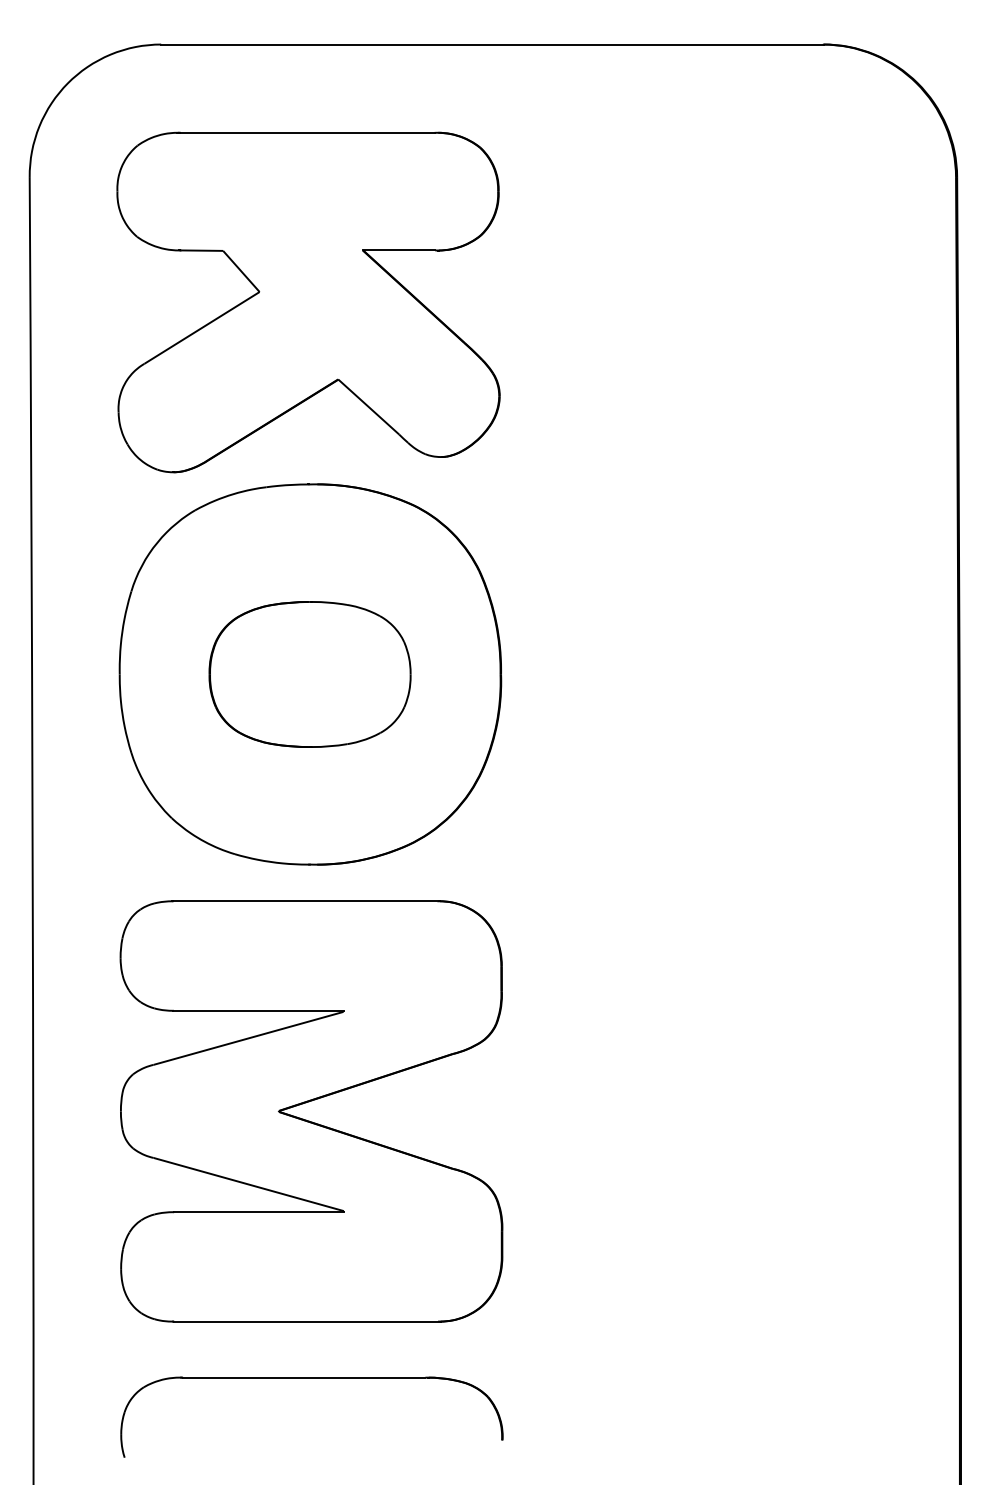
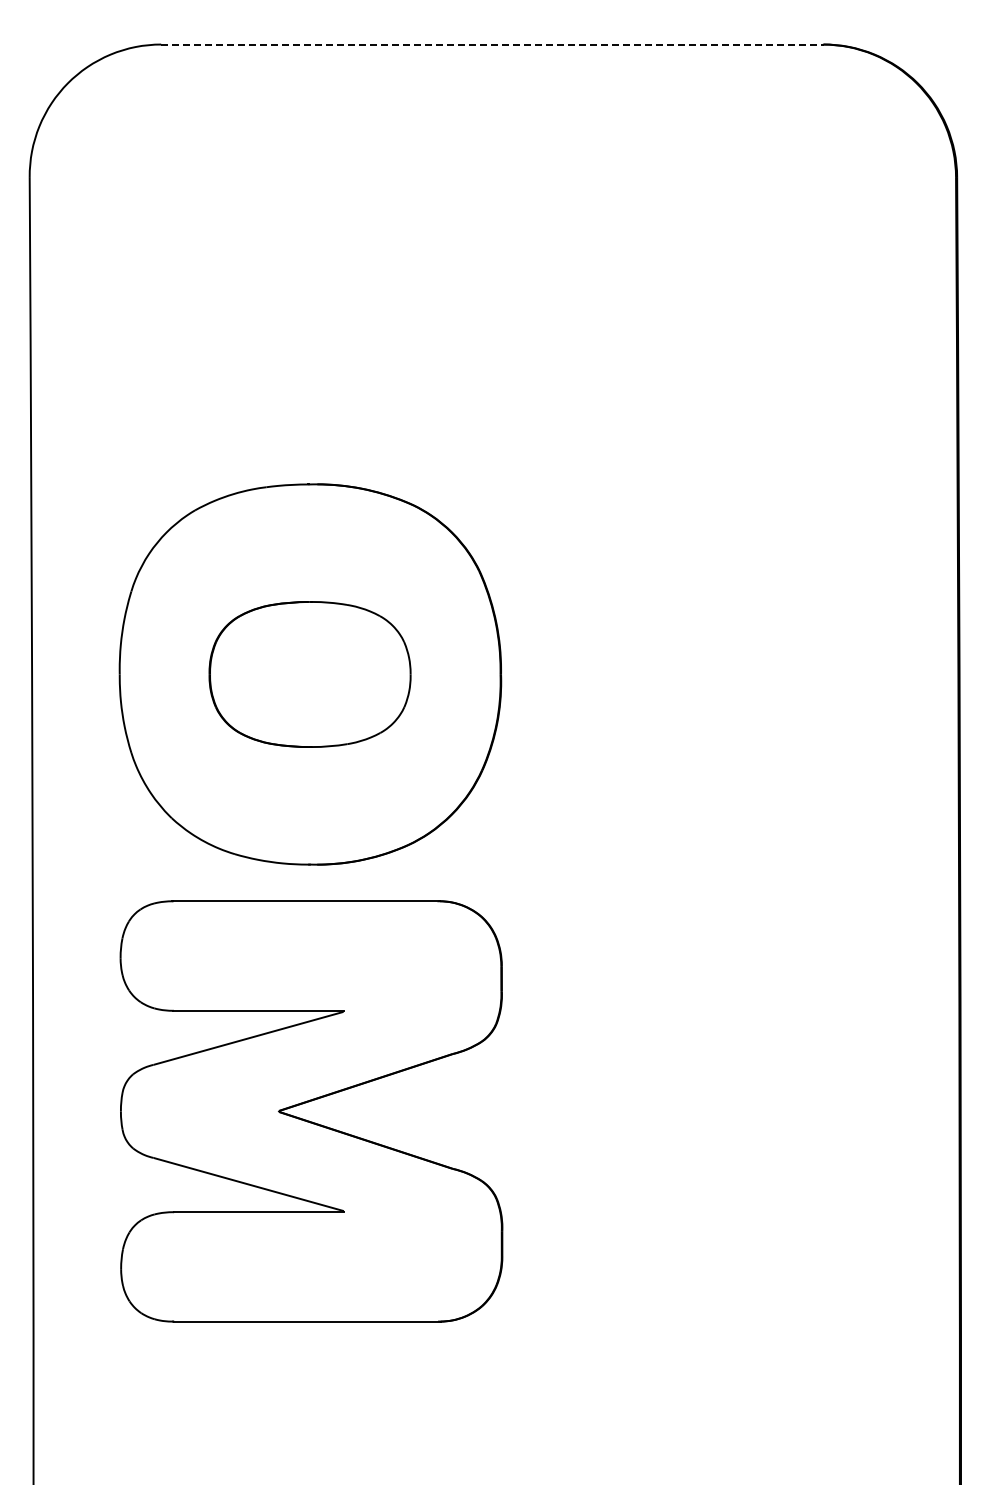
line at (493, 44): solid -> dashed
part at (308, 302): present -> none
part at (311, 1378): present -> none
